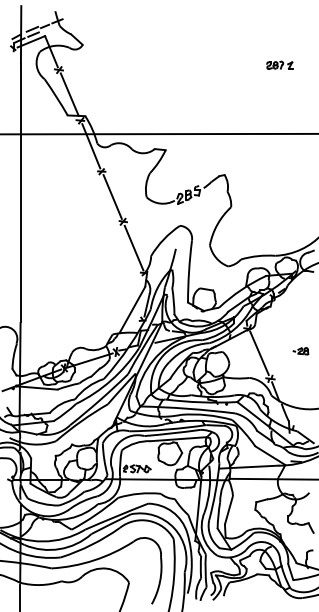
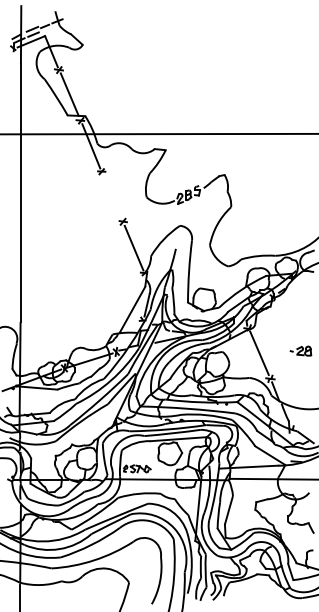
part at (279, 64): present -> none
line at (112, 196): present -> none
part at (300, 351) size: 18x9 px -> 24x12 px
